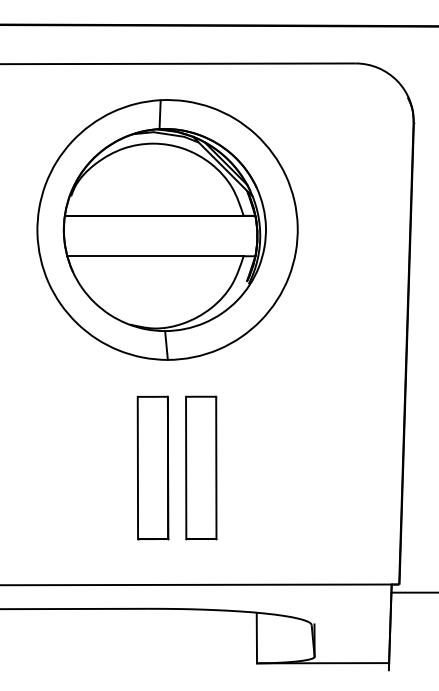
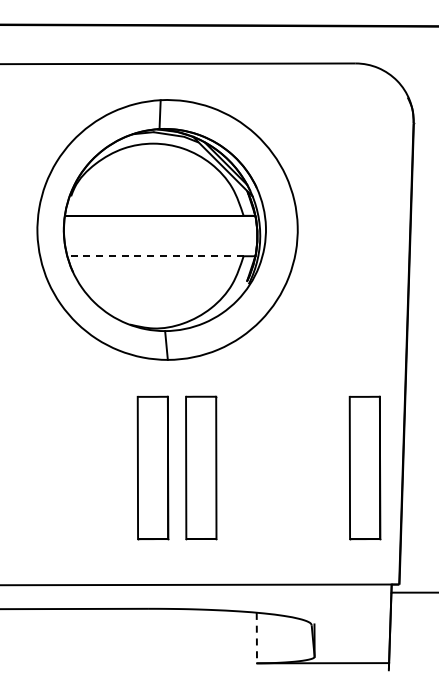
line at (155, 256): solid -> dashed
part at (364, 467): none -> present
line at (256, 638): solid -> dashed
